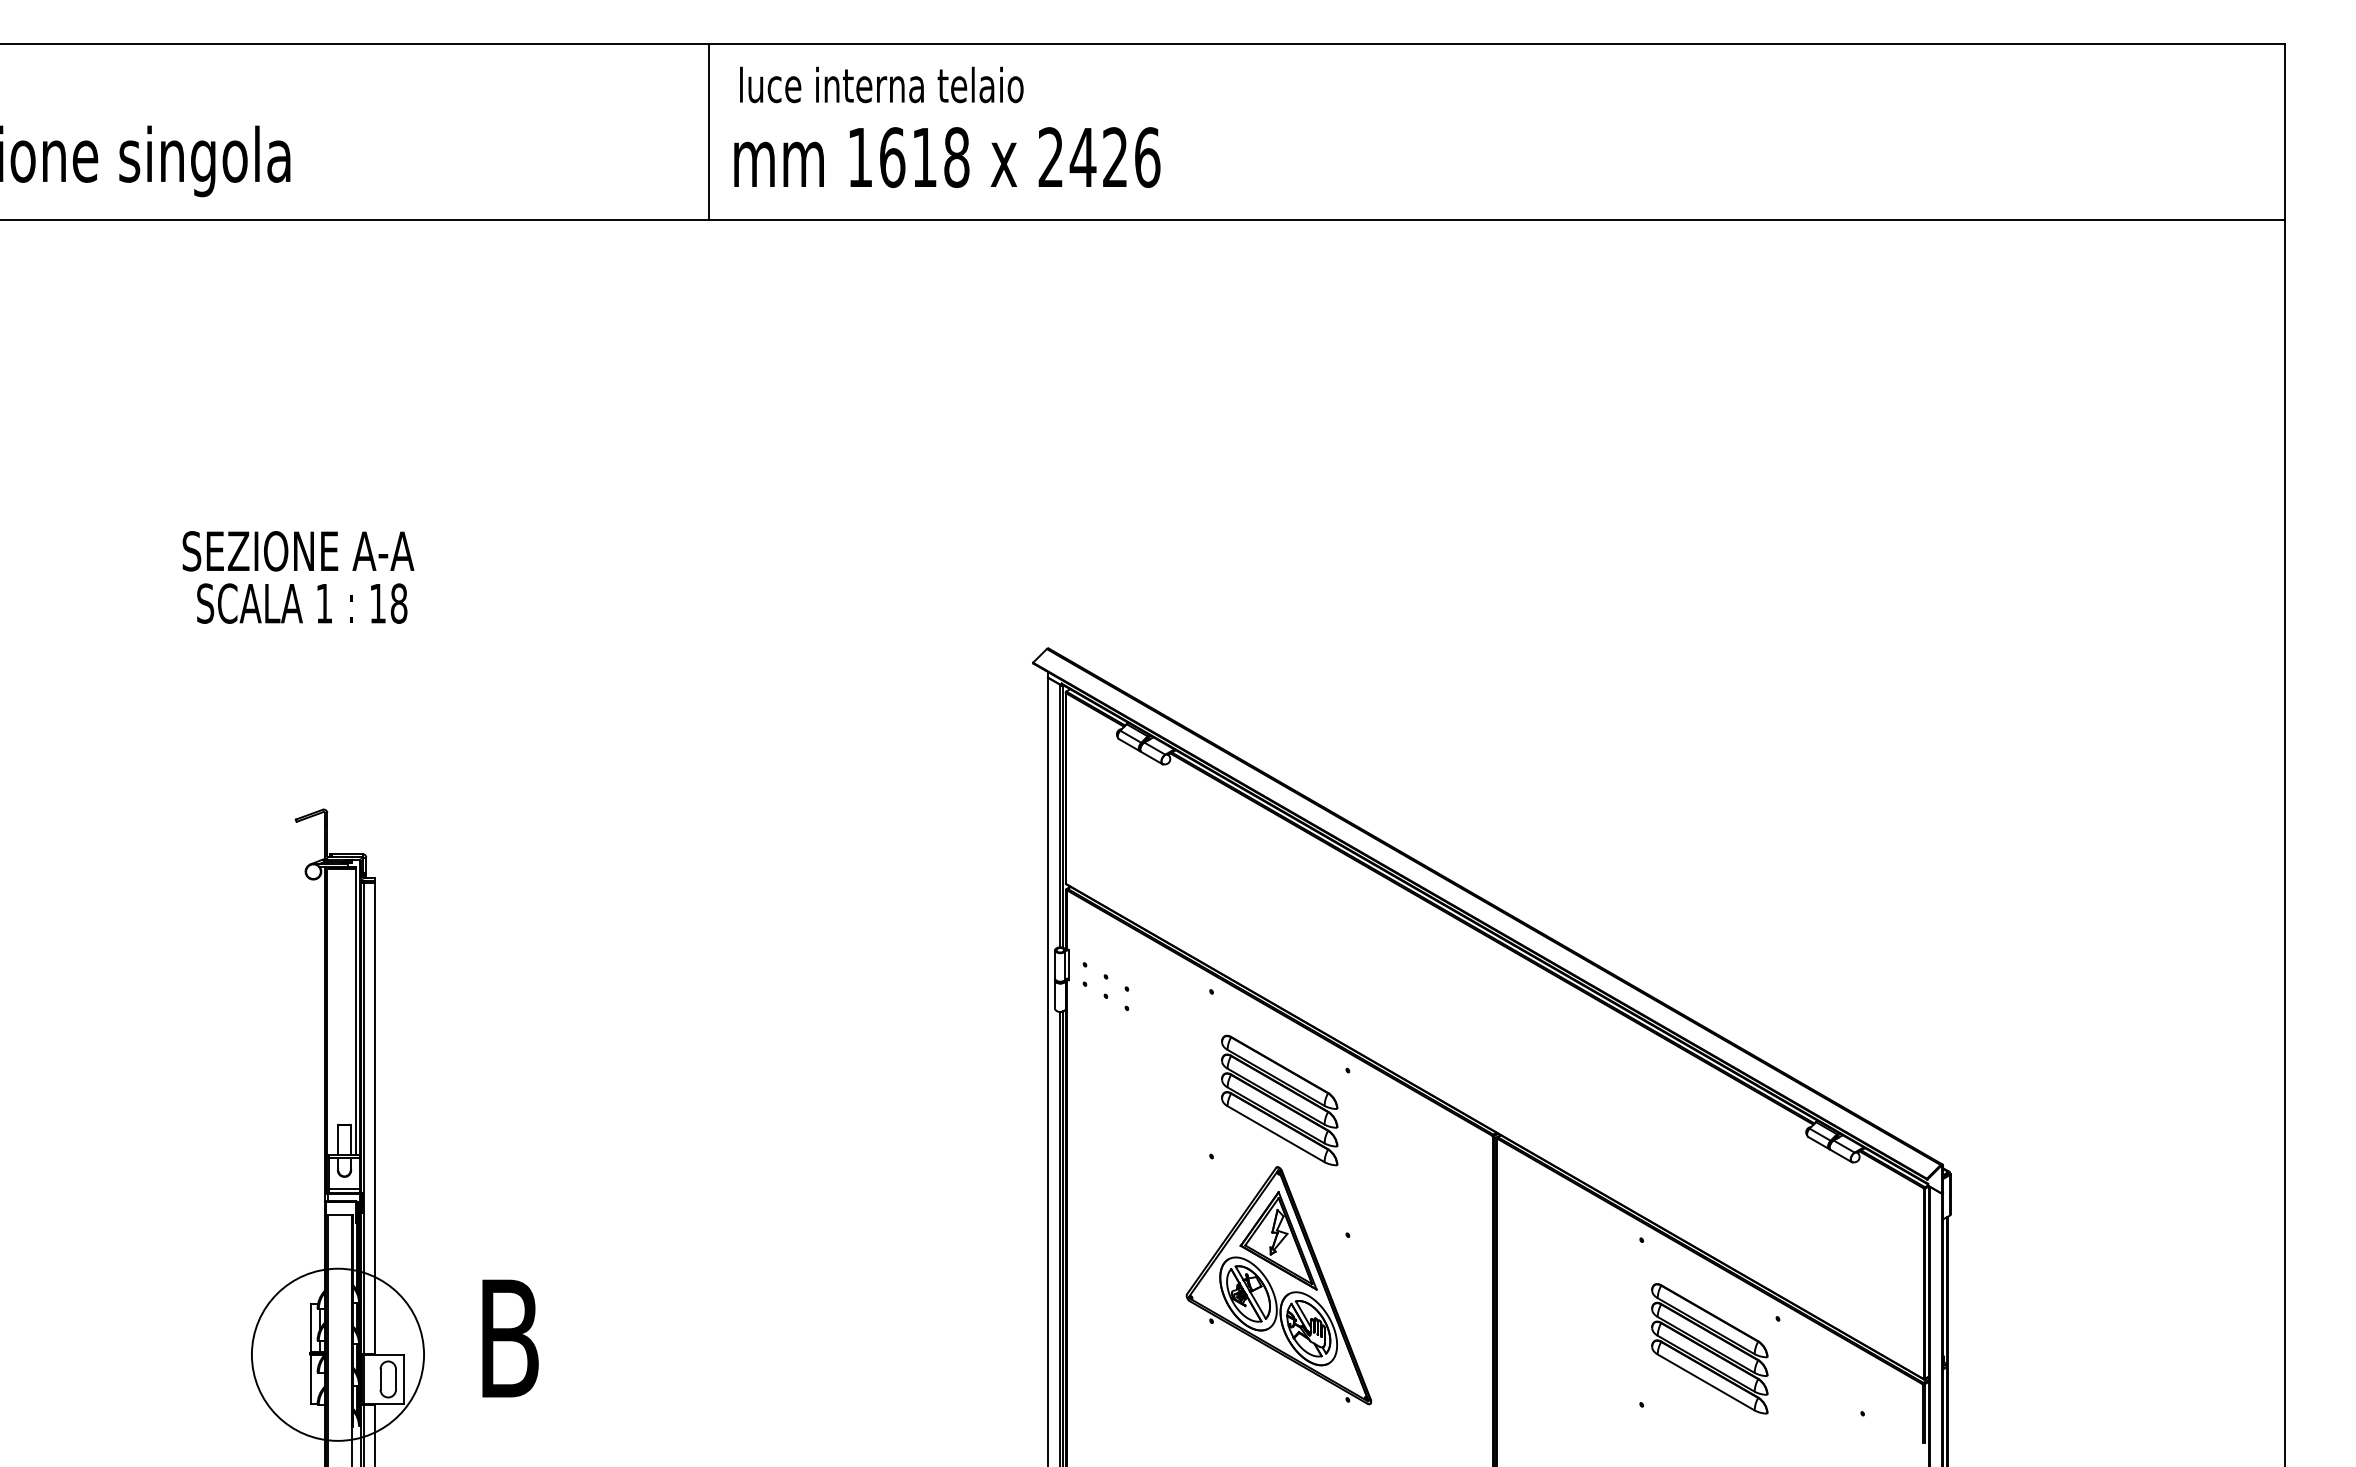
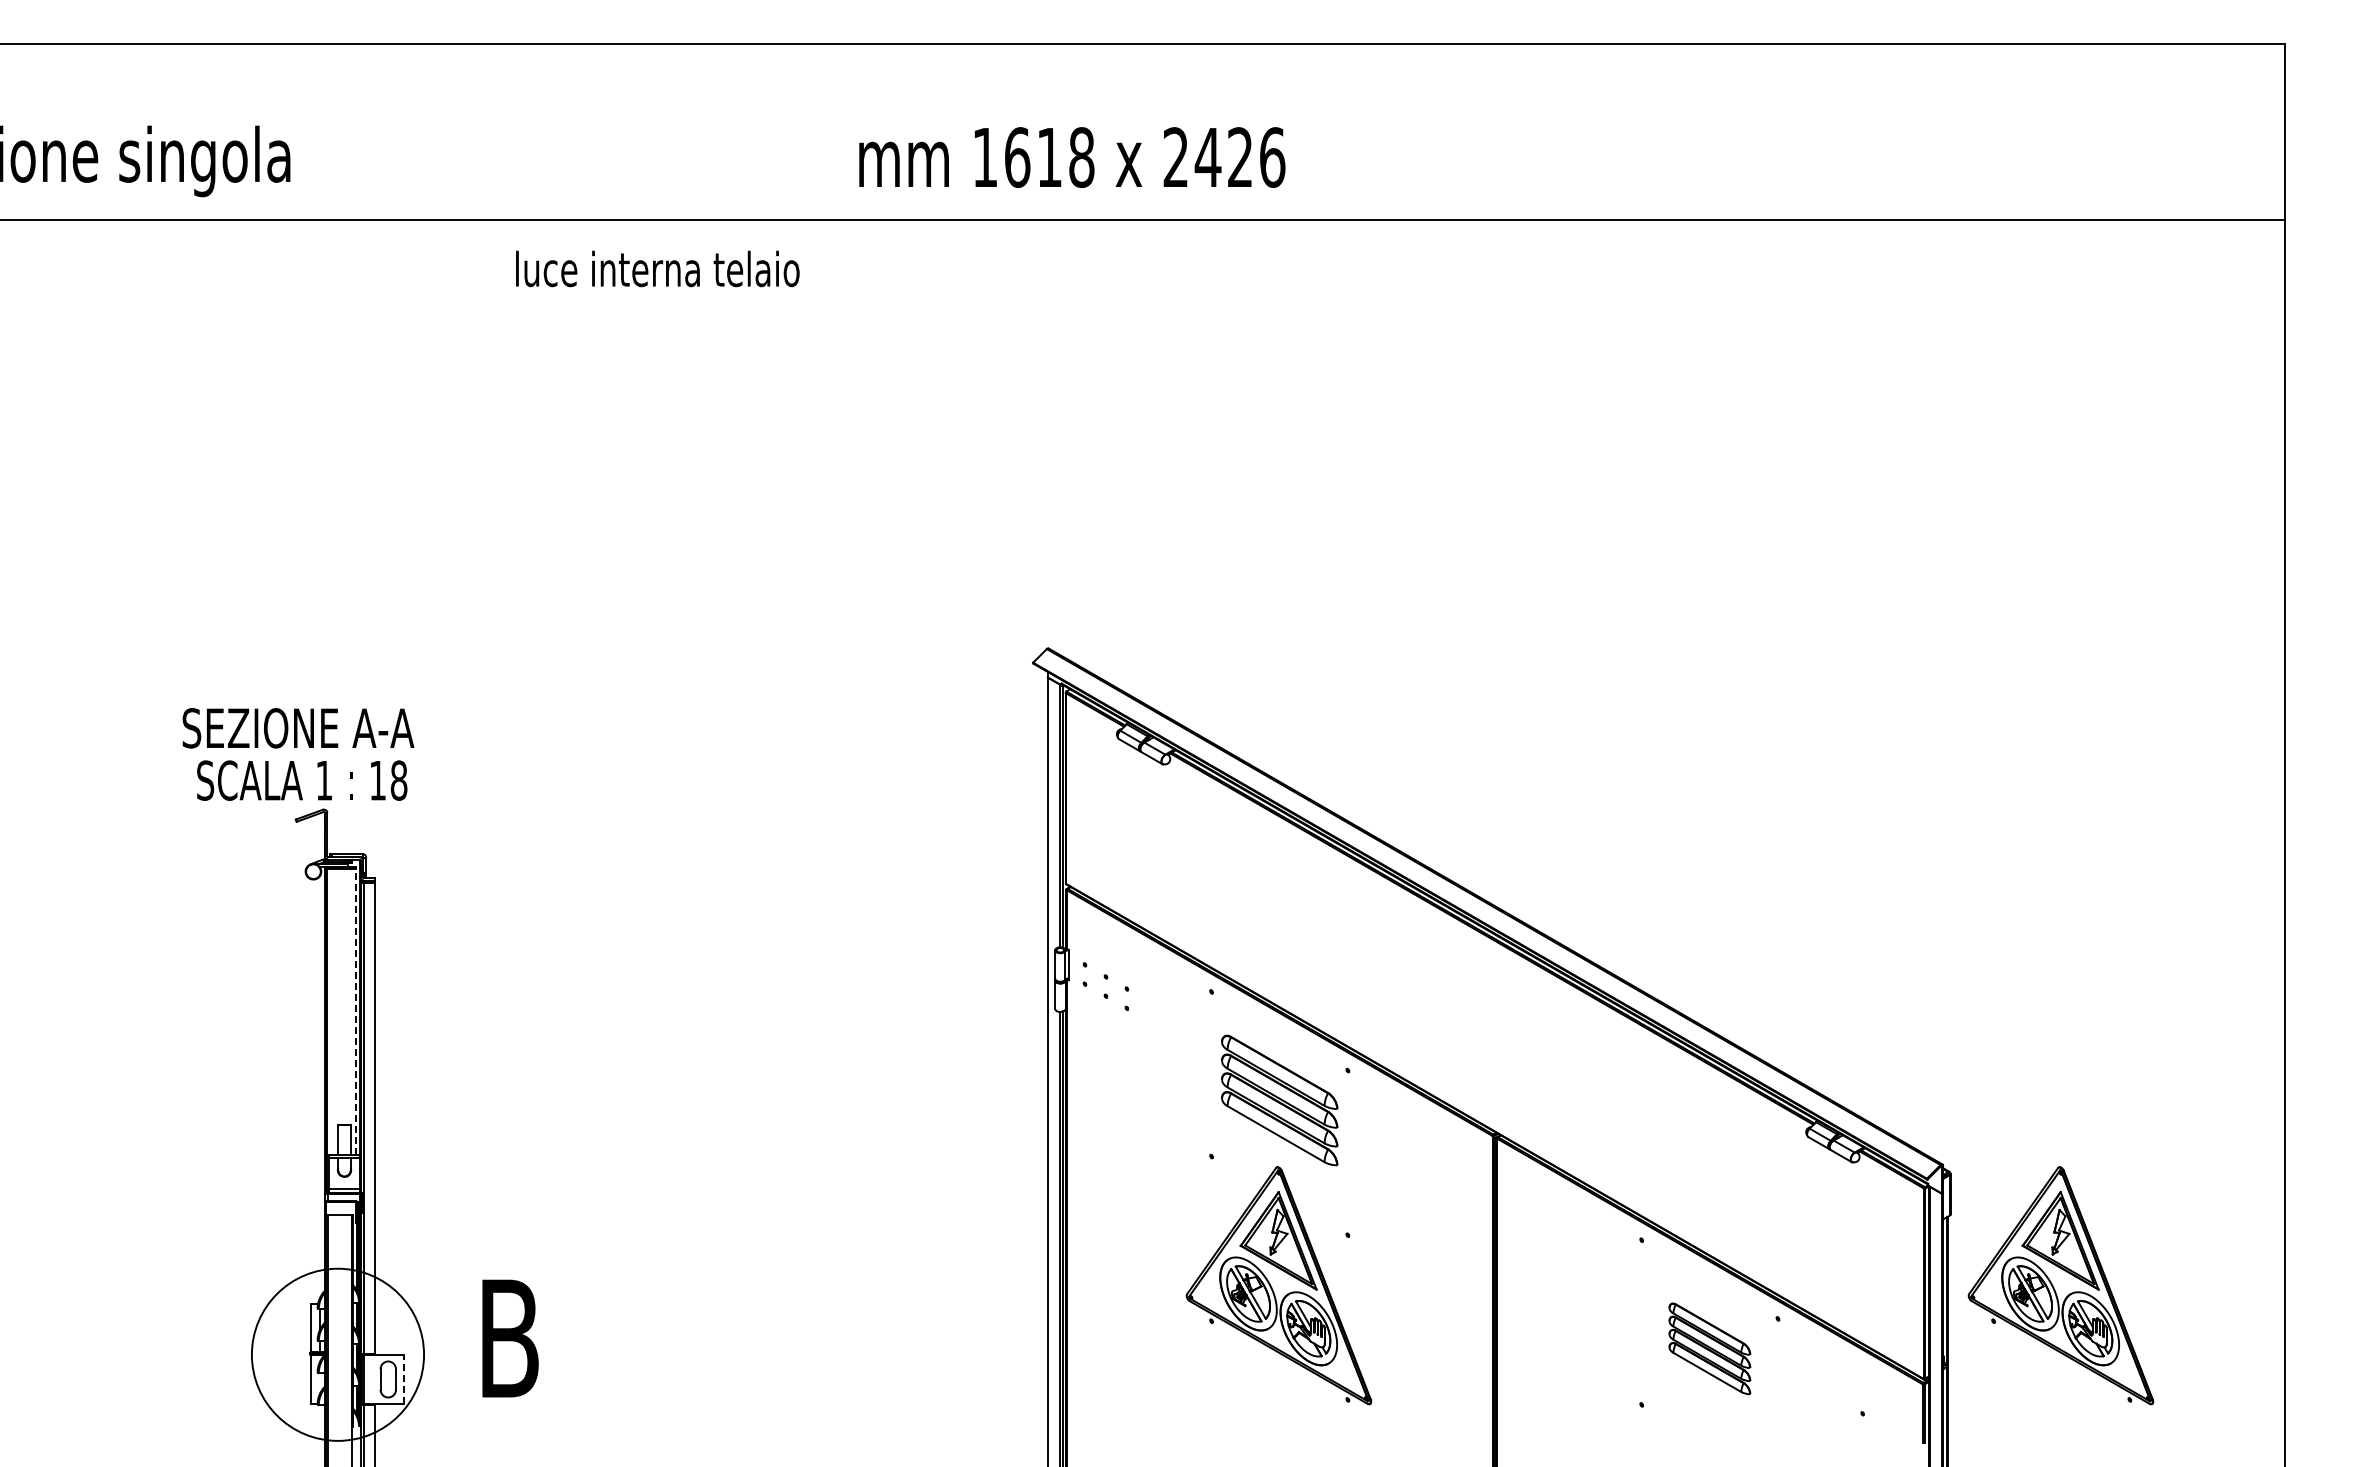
text at (881, 84) position: (881, 84) -> (657, 268)
line at (709, 132): present -> none
text at (947, 157) position: (947, 157) -> (1072, 157)
text at (298, 577) position: (298, 577) -> (298, 754)
line at (355, 1011): solid -> dashed
part at (2060, 1285): none -> present
part at (1709, 1348) size: 118x132 px -> 84x94 px
line at (403, 1378): solid -> dashed
